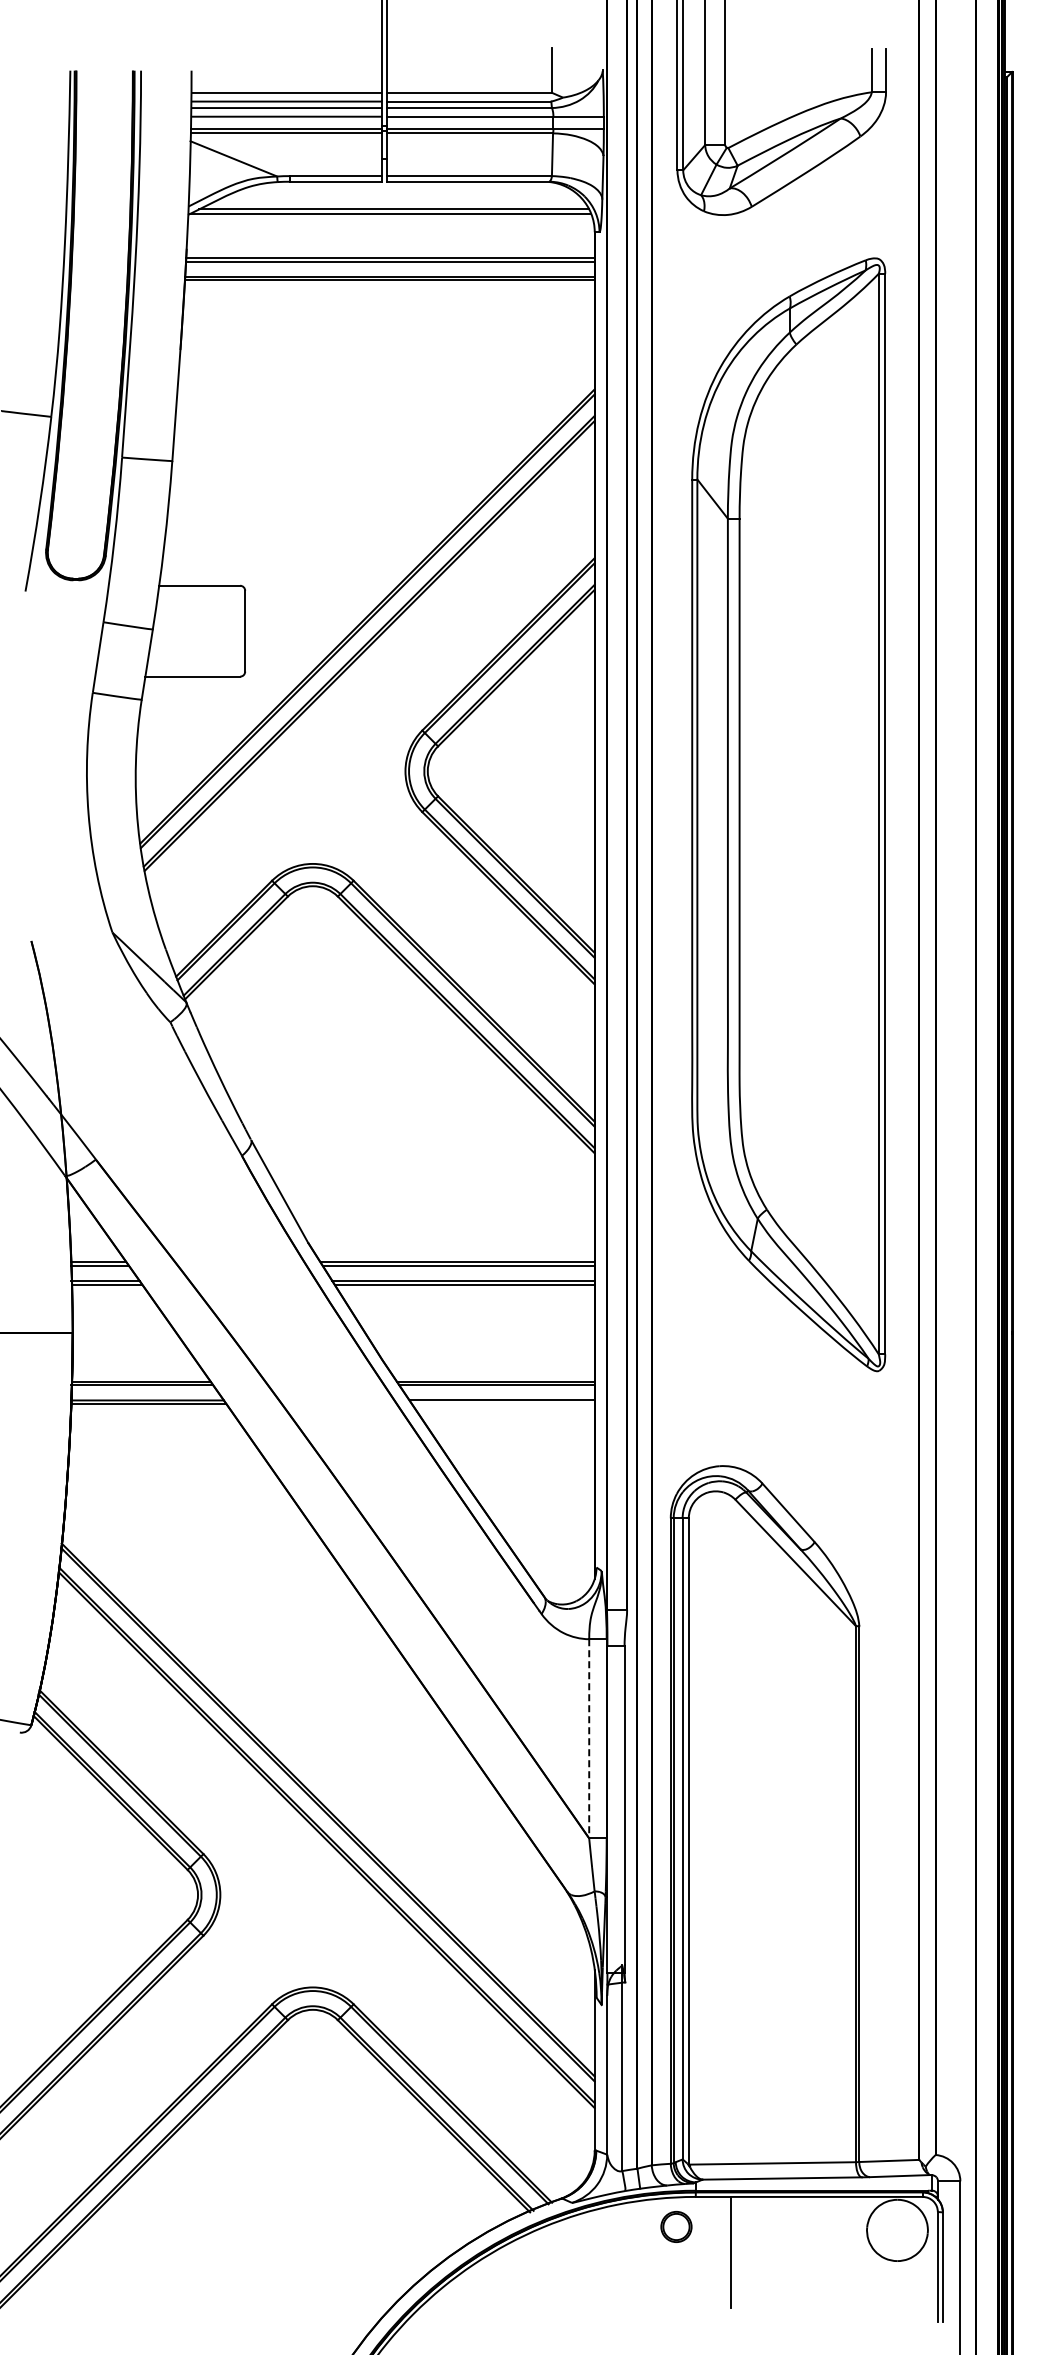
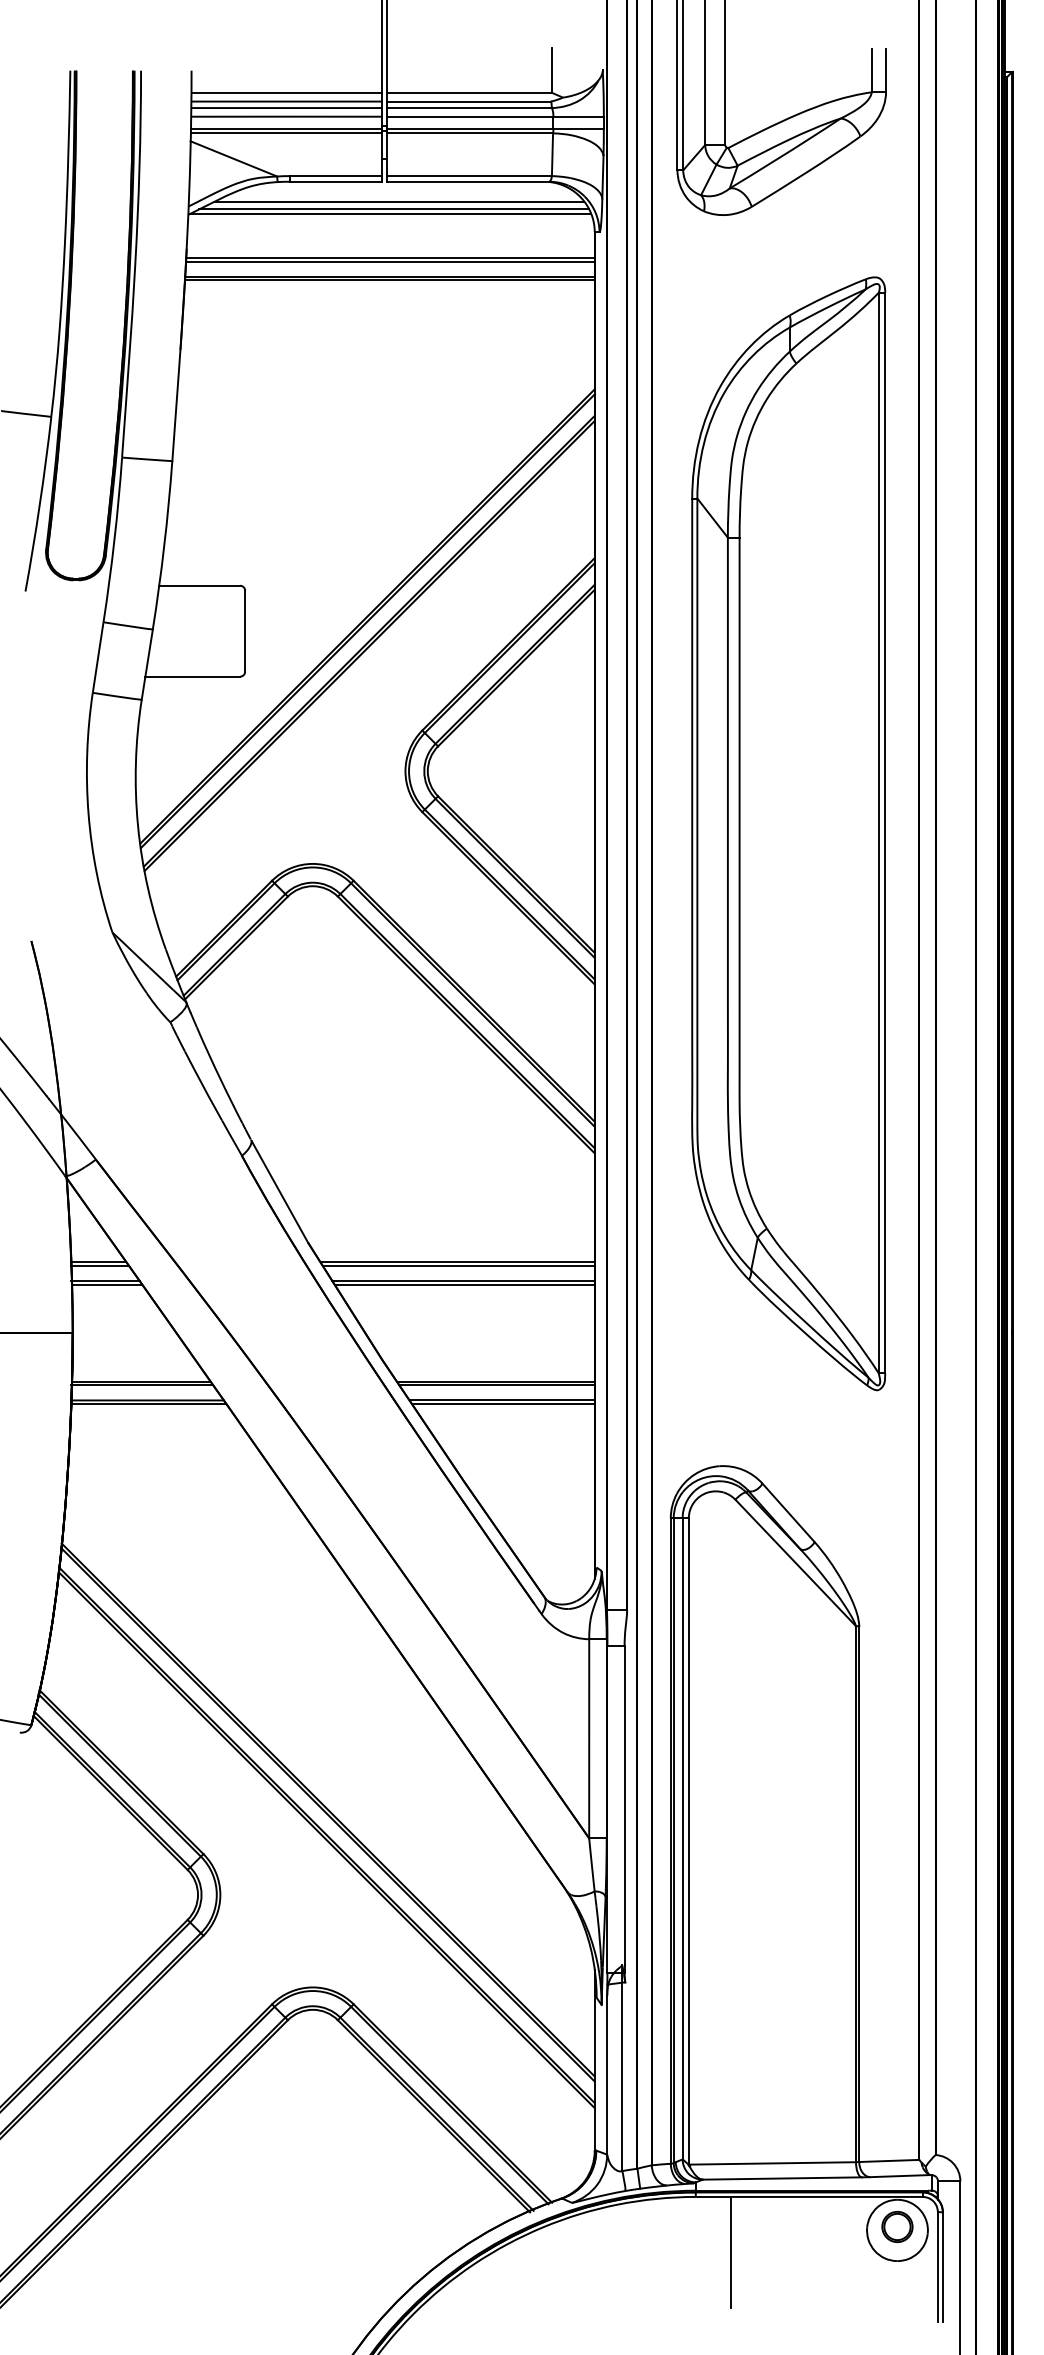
line at (398, 201): none -> present
part at (788, 814) position: (788, 814) -> (788, 833)
line at (502, 1404): none -> present
line at (589, 1738): dashed -> solid
part at (676, 2226) position: (676, 2226) -> (897, 2226)
